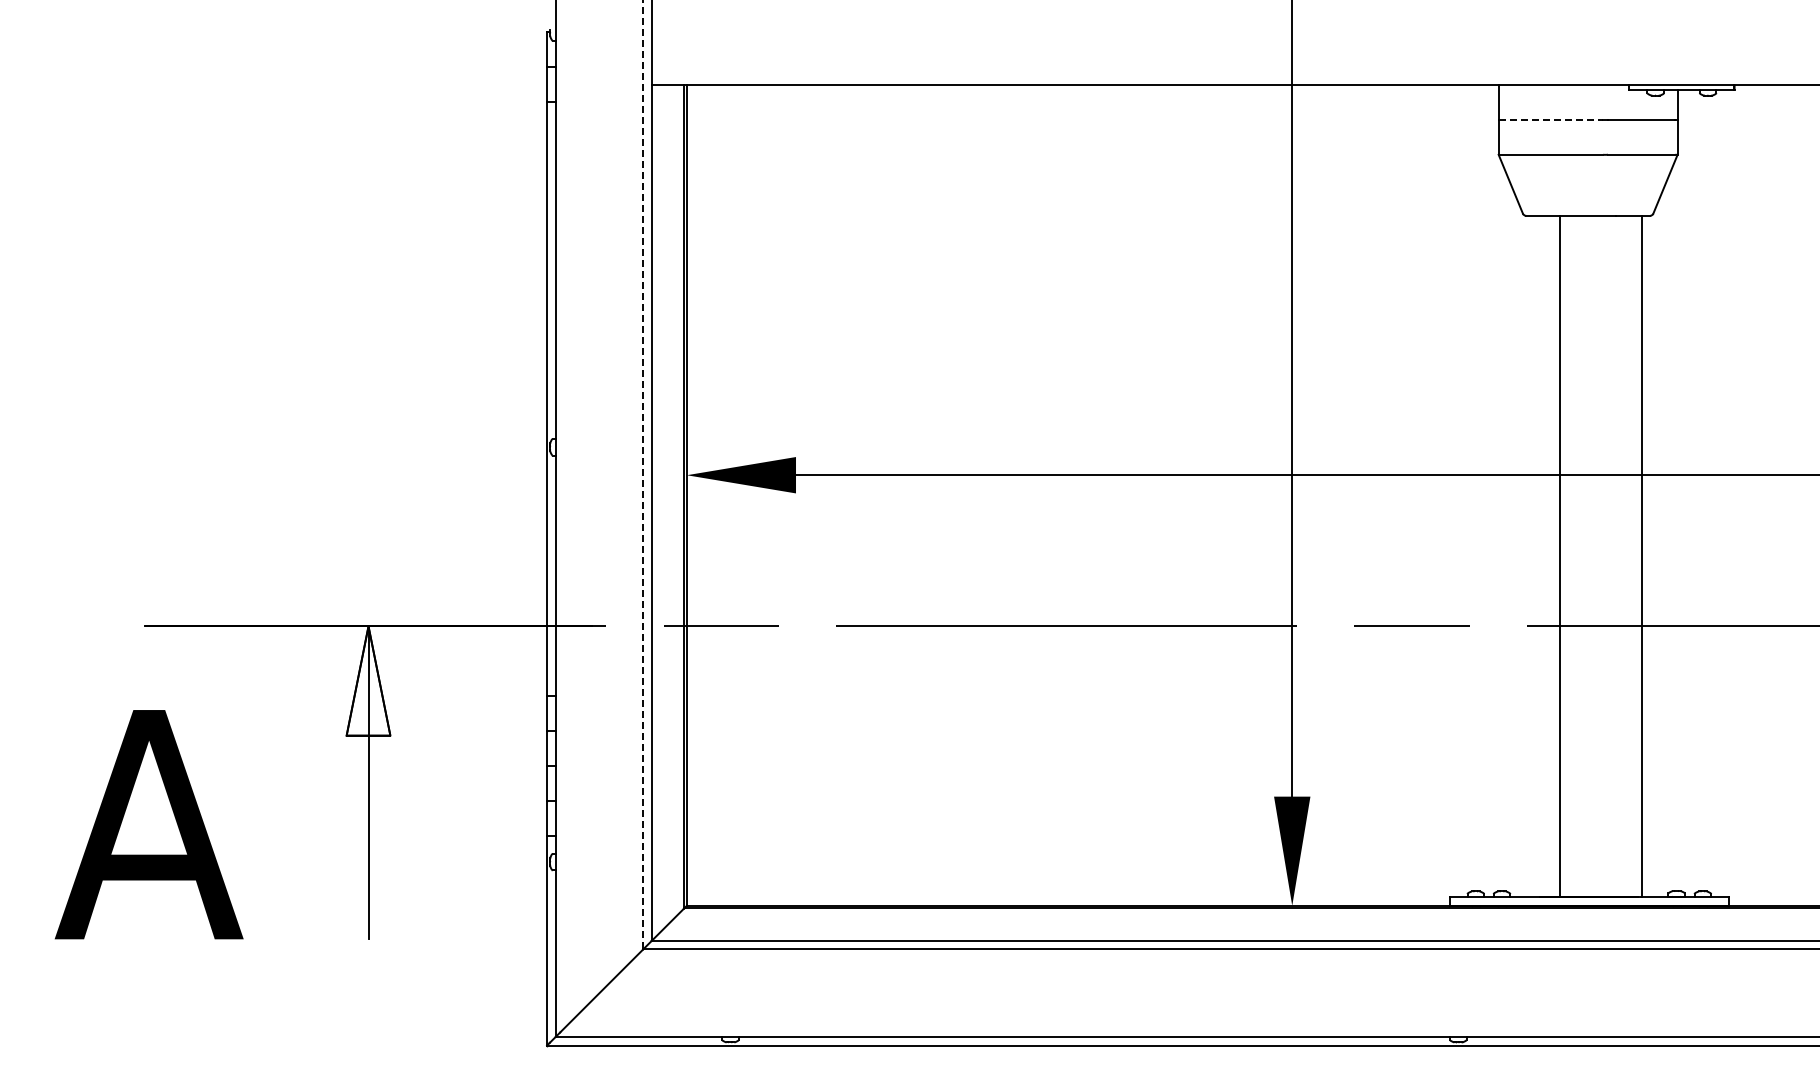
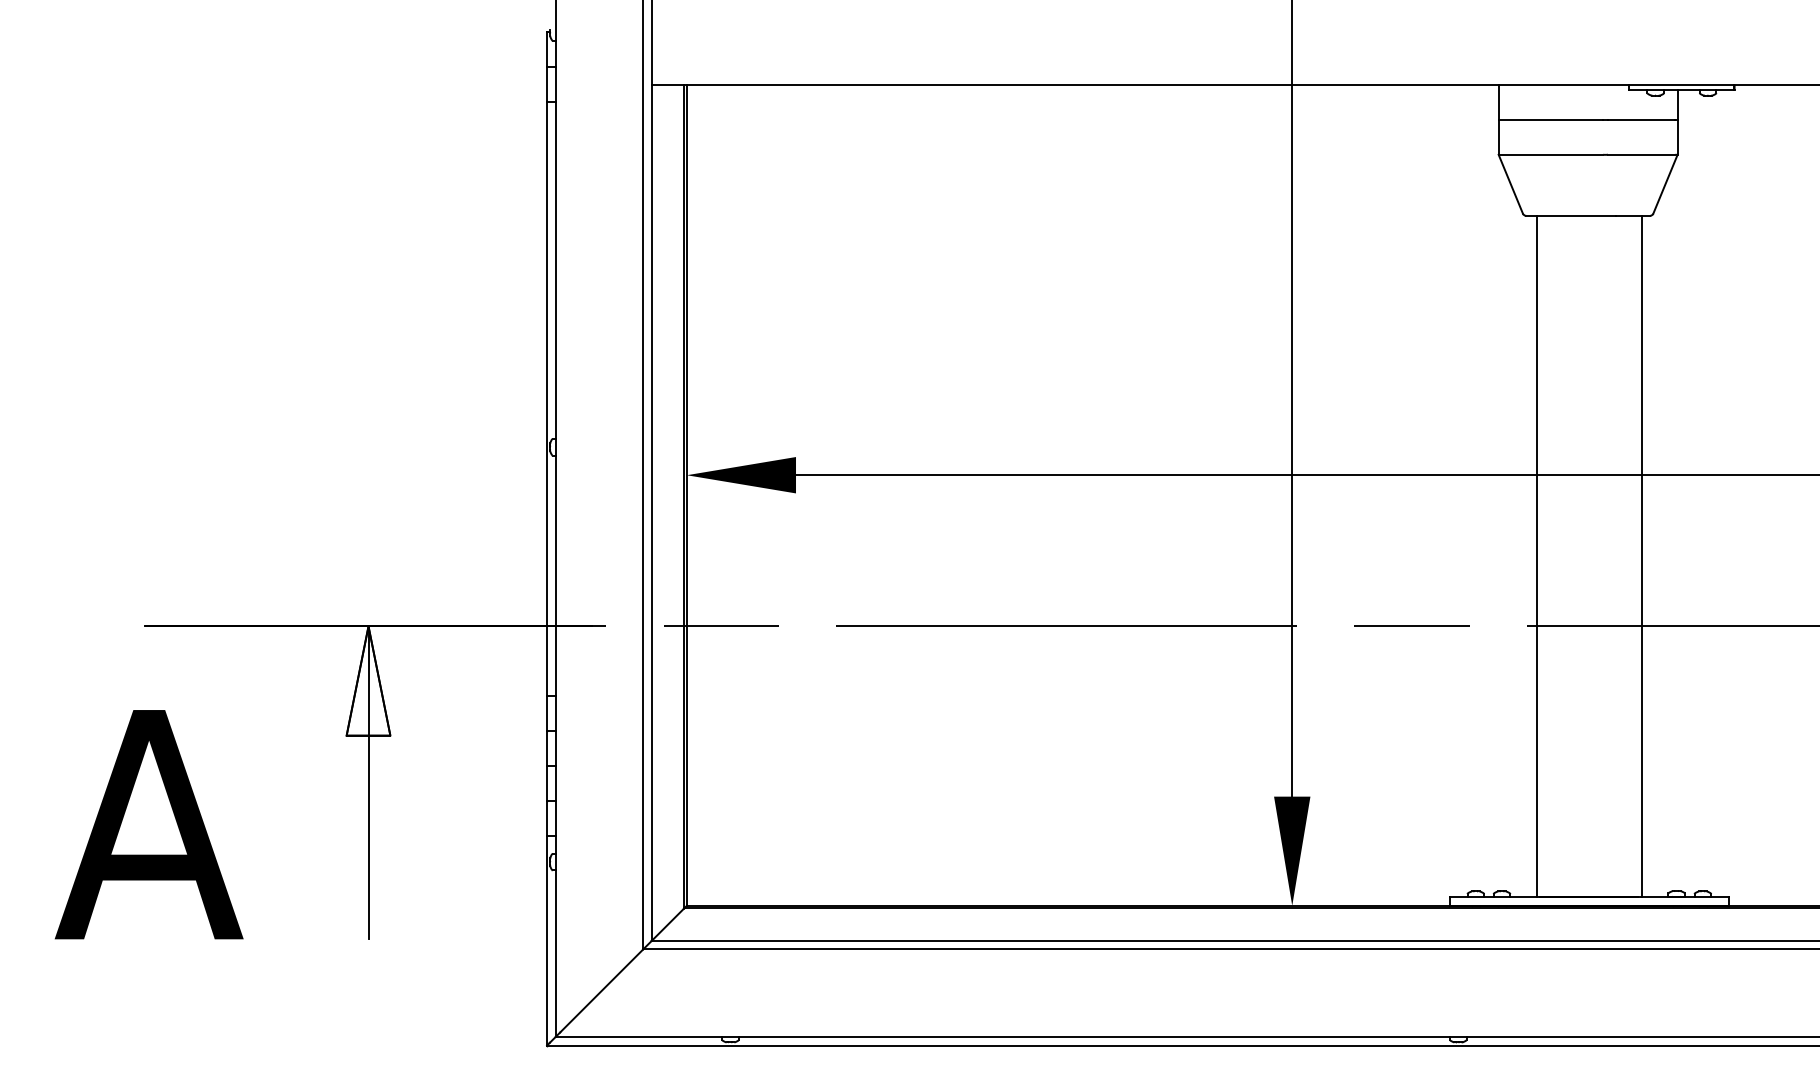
line at (1551, 119): dashed -> solid
line at (643, 474): dashed -> solid
line at (1559, 556) position: (1559, 556) -> (1536, 556)
